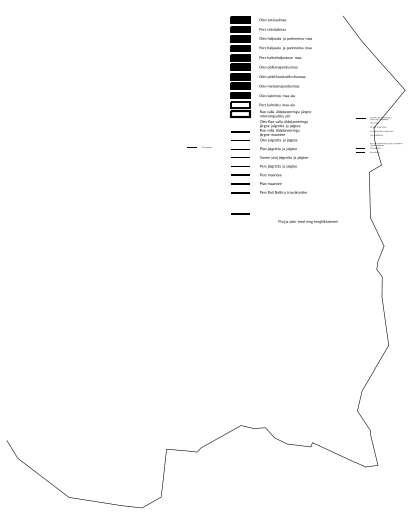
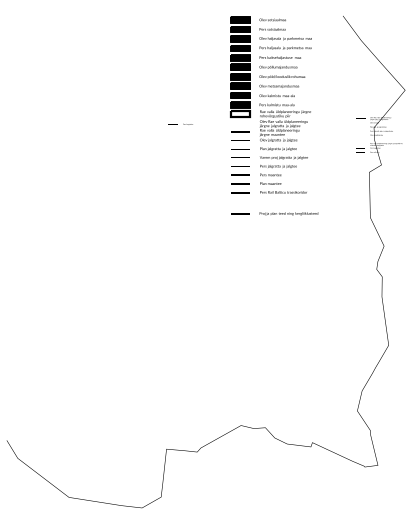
hatch at (240, 104): none -> present
text at (199, 146) position: (199, 146) -> (180, 123)
text at (307, 221) position: (307, 221) -> (288, 213)
